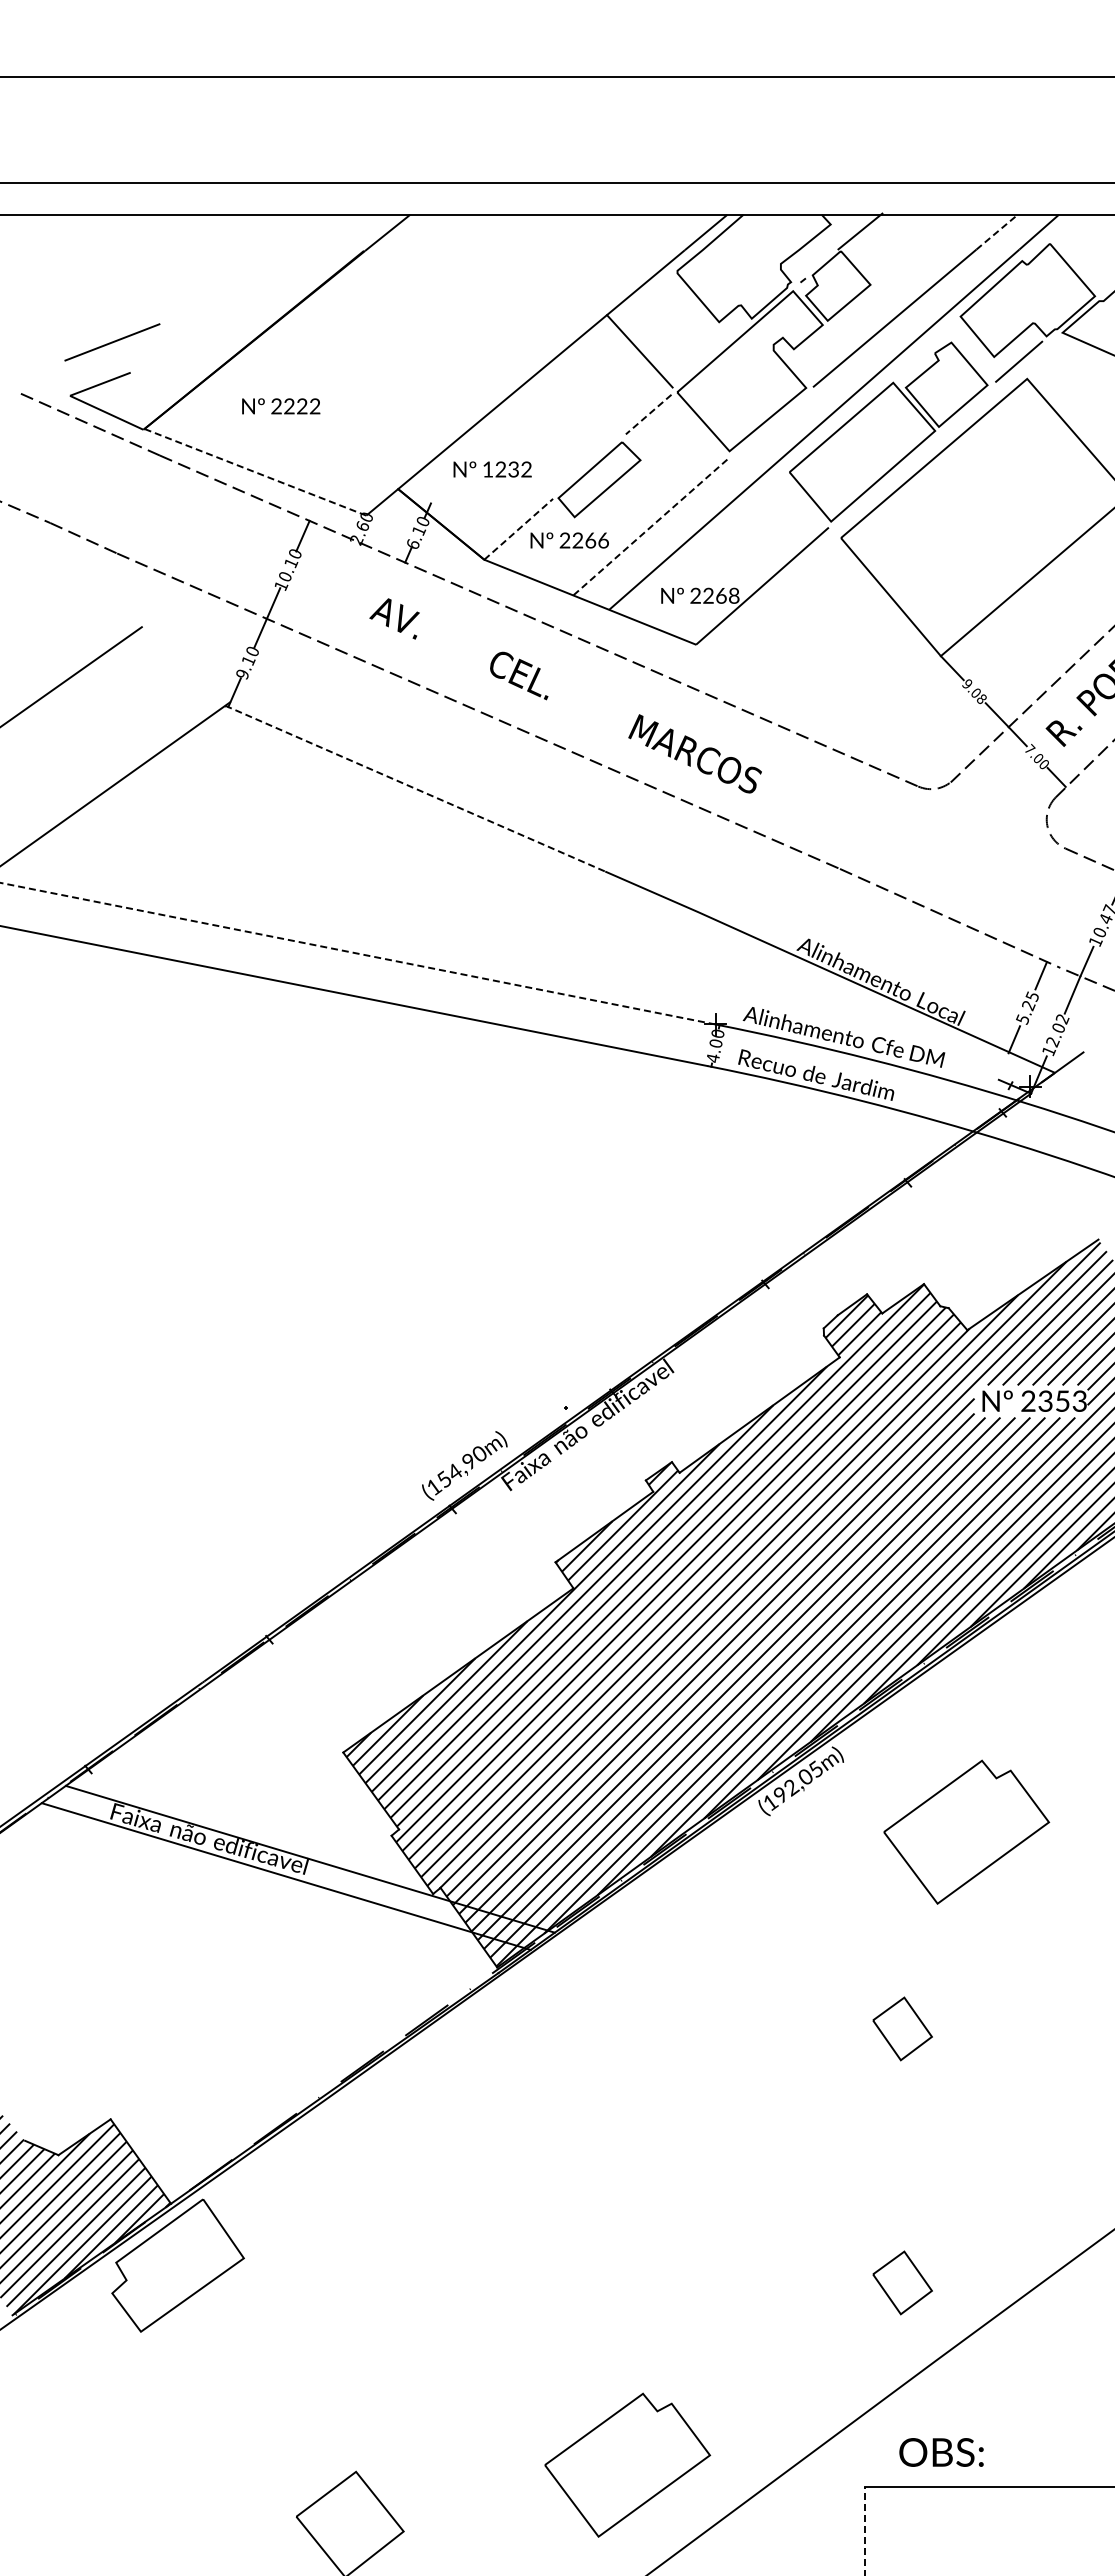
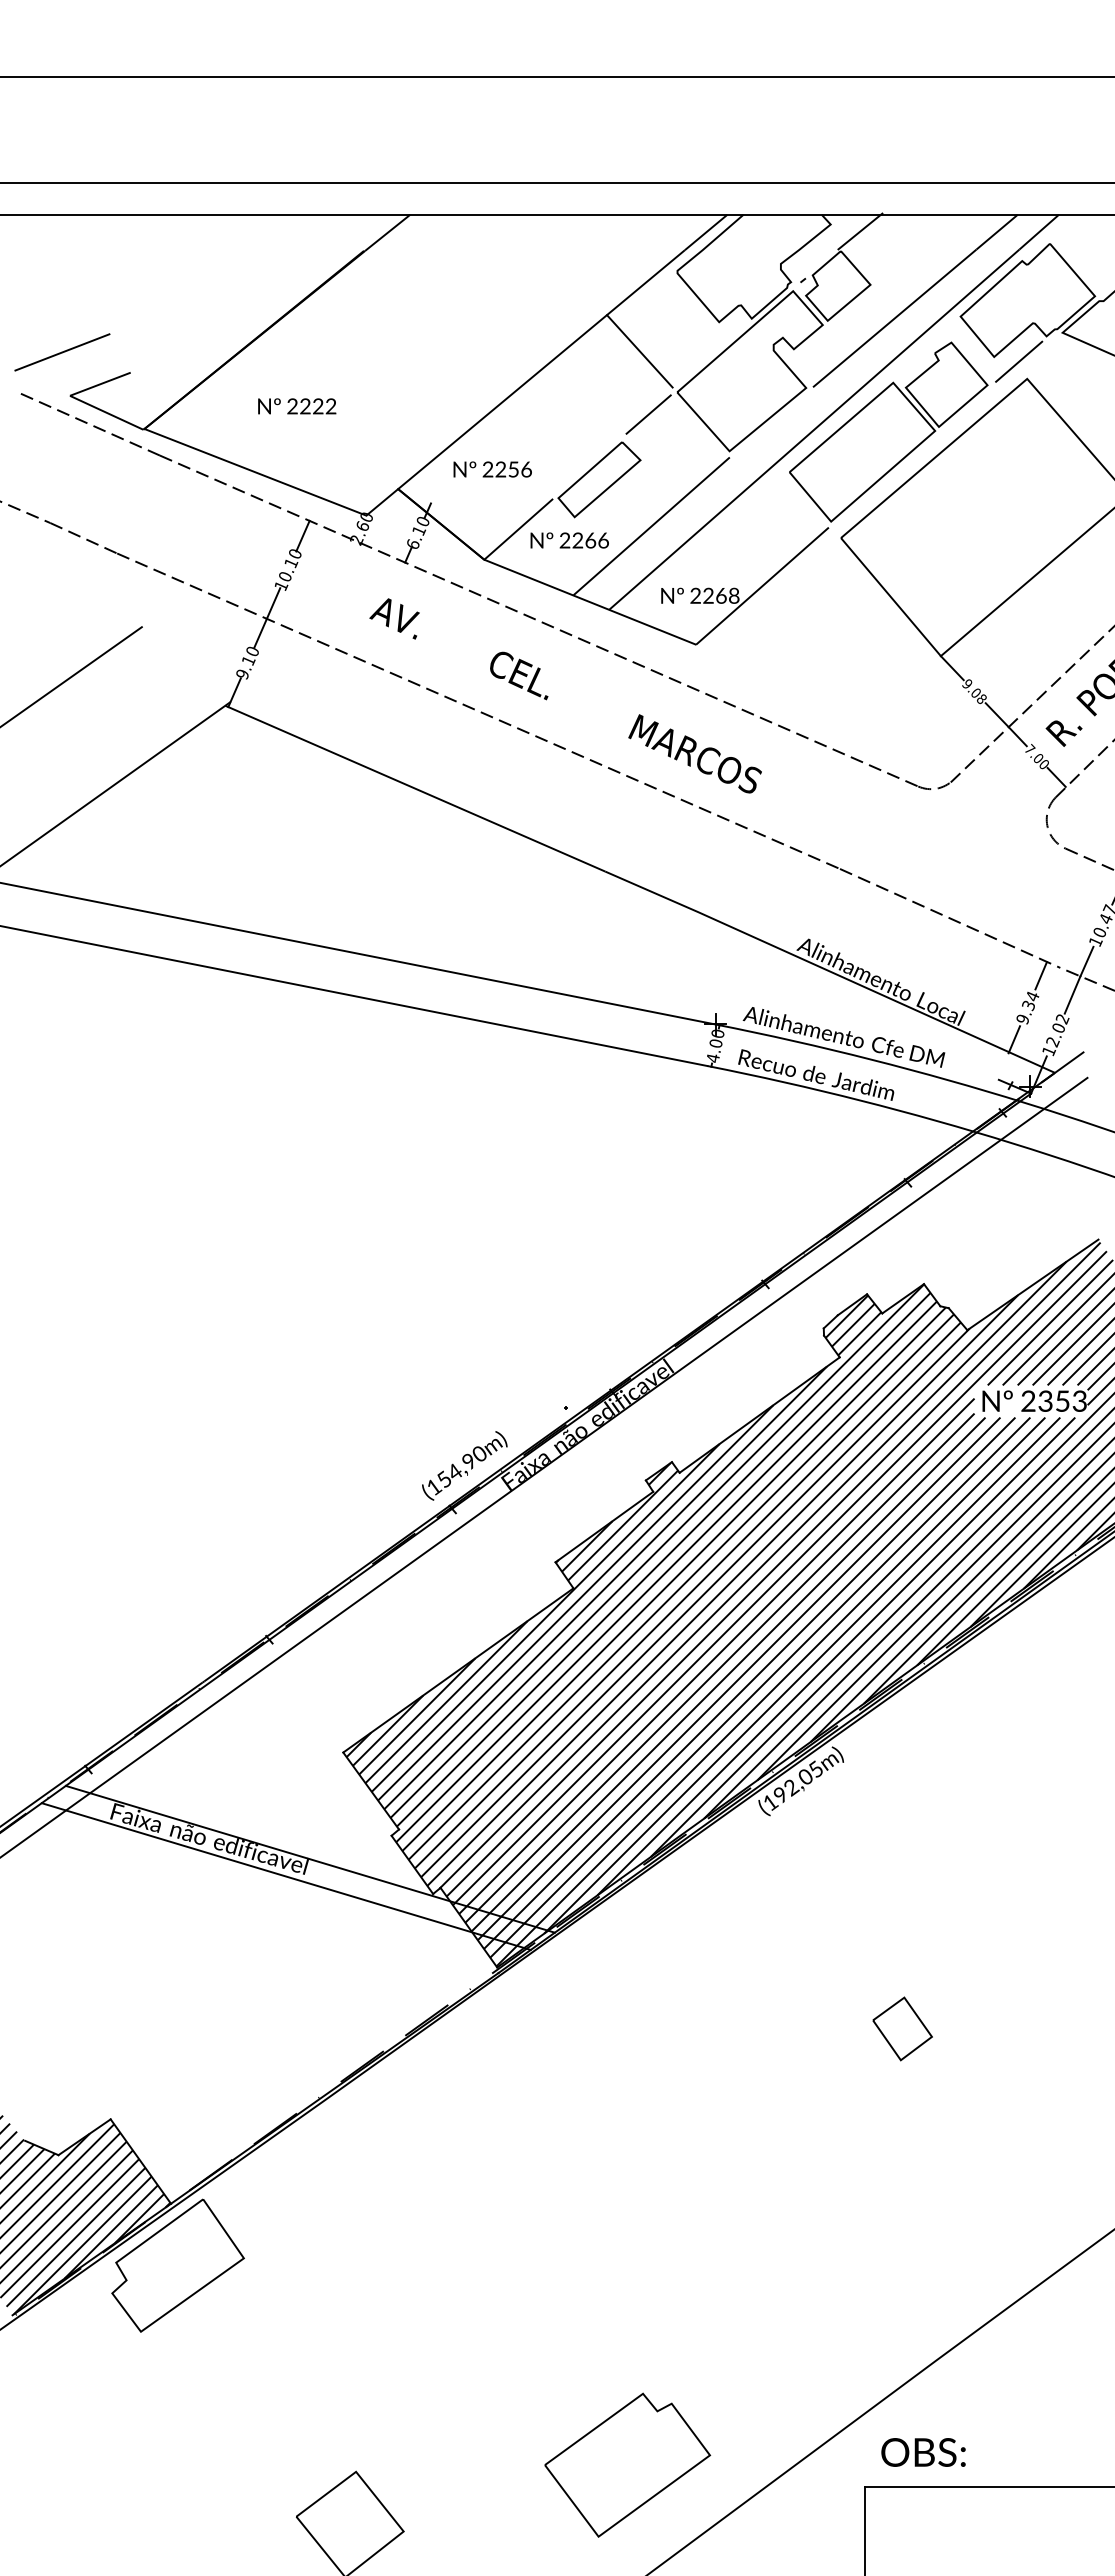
line at (997, 231): dashed -> solid
line at (112, 342) position: (112, 342) -> (62, 352)
text at (281, 406) position: (281, 406) -> (297, 406)
line at (648, 414): dashed -> solid
text at (506, 469): 1232 -> 2256
line at (254, 472): dashed -> solid
line at (652, 525): dashed -> solid
line at (518, 529): dashed -> solid
line at (414, 788): dashed -> solid
line at (357, 953): dashed -> solid
text at (1027, 1007): 5.25 -> 9.34
line at (544, 1466): none -> present
part at (966, 1831): present -> none
part at (902, 2282): present -> none
text at (941, 2452) position: (941, 2452) -> (923, 2452)
line at (865, 2530): dashed -> solid
